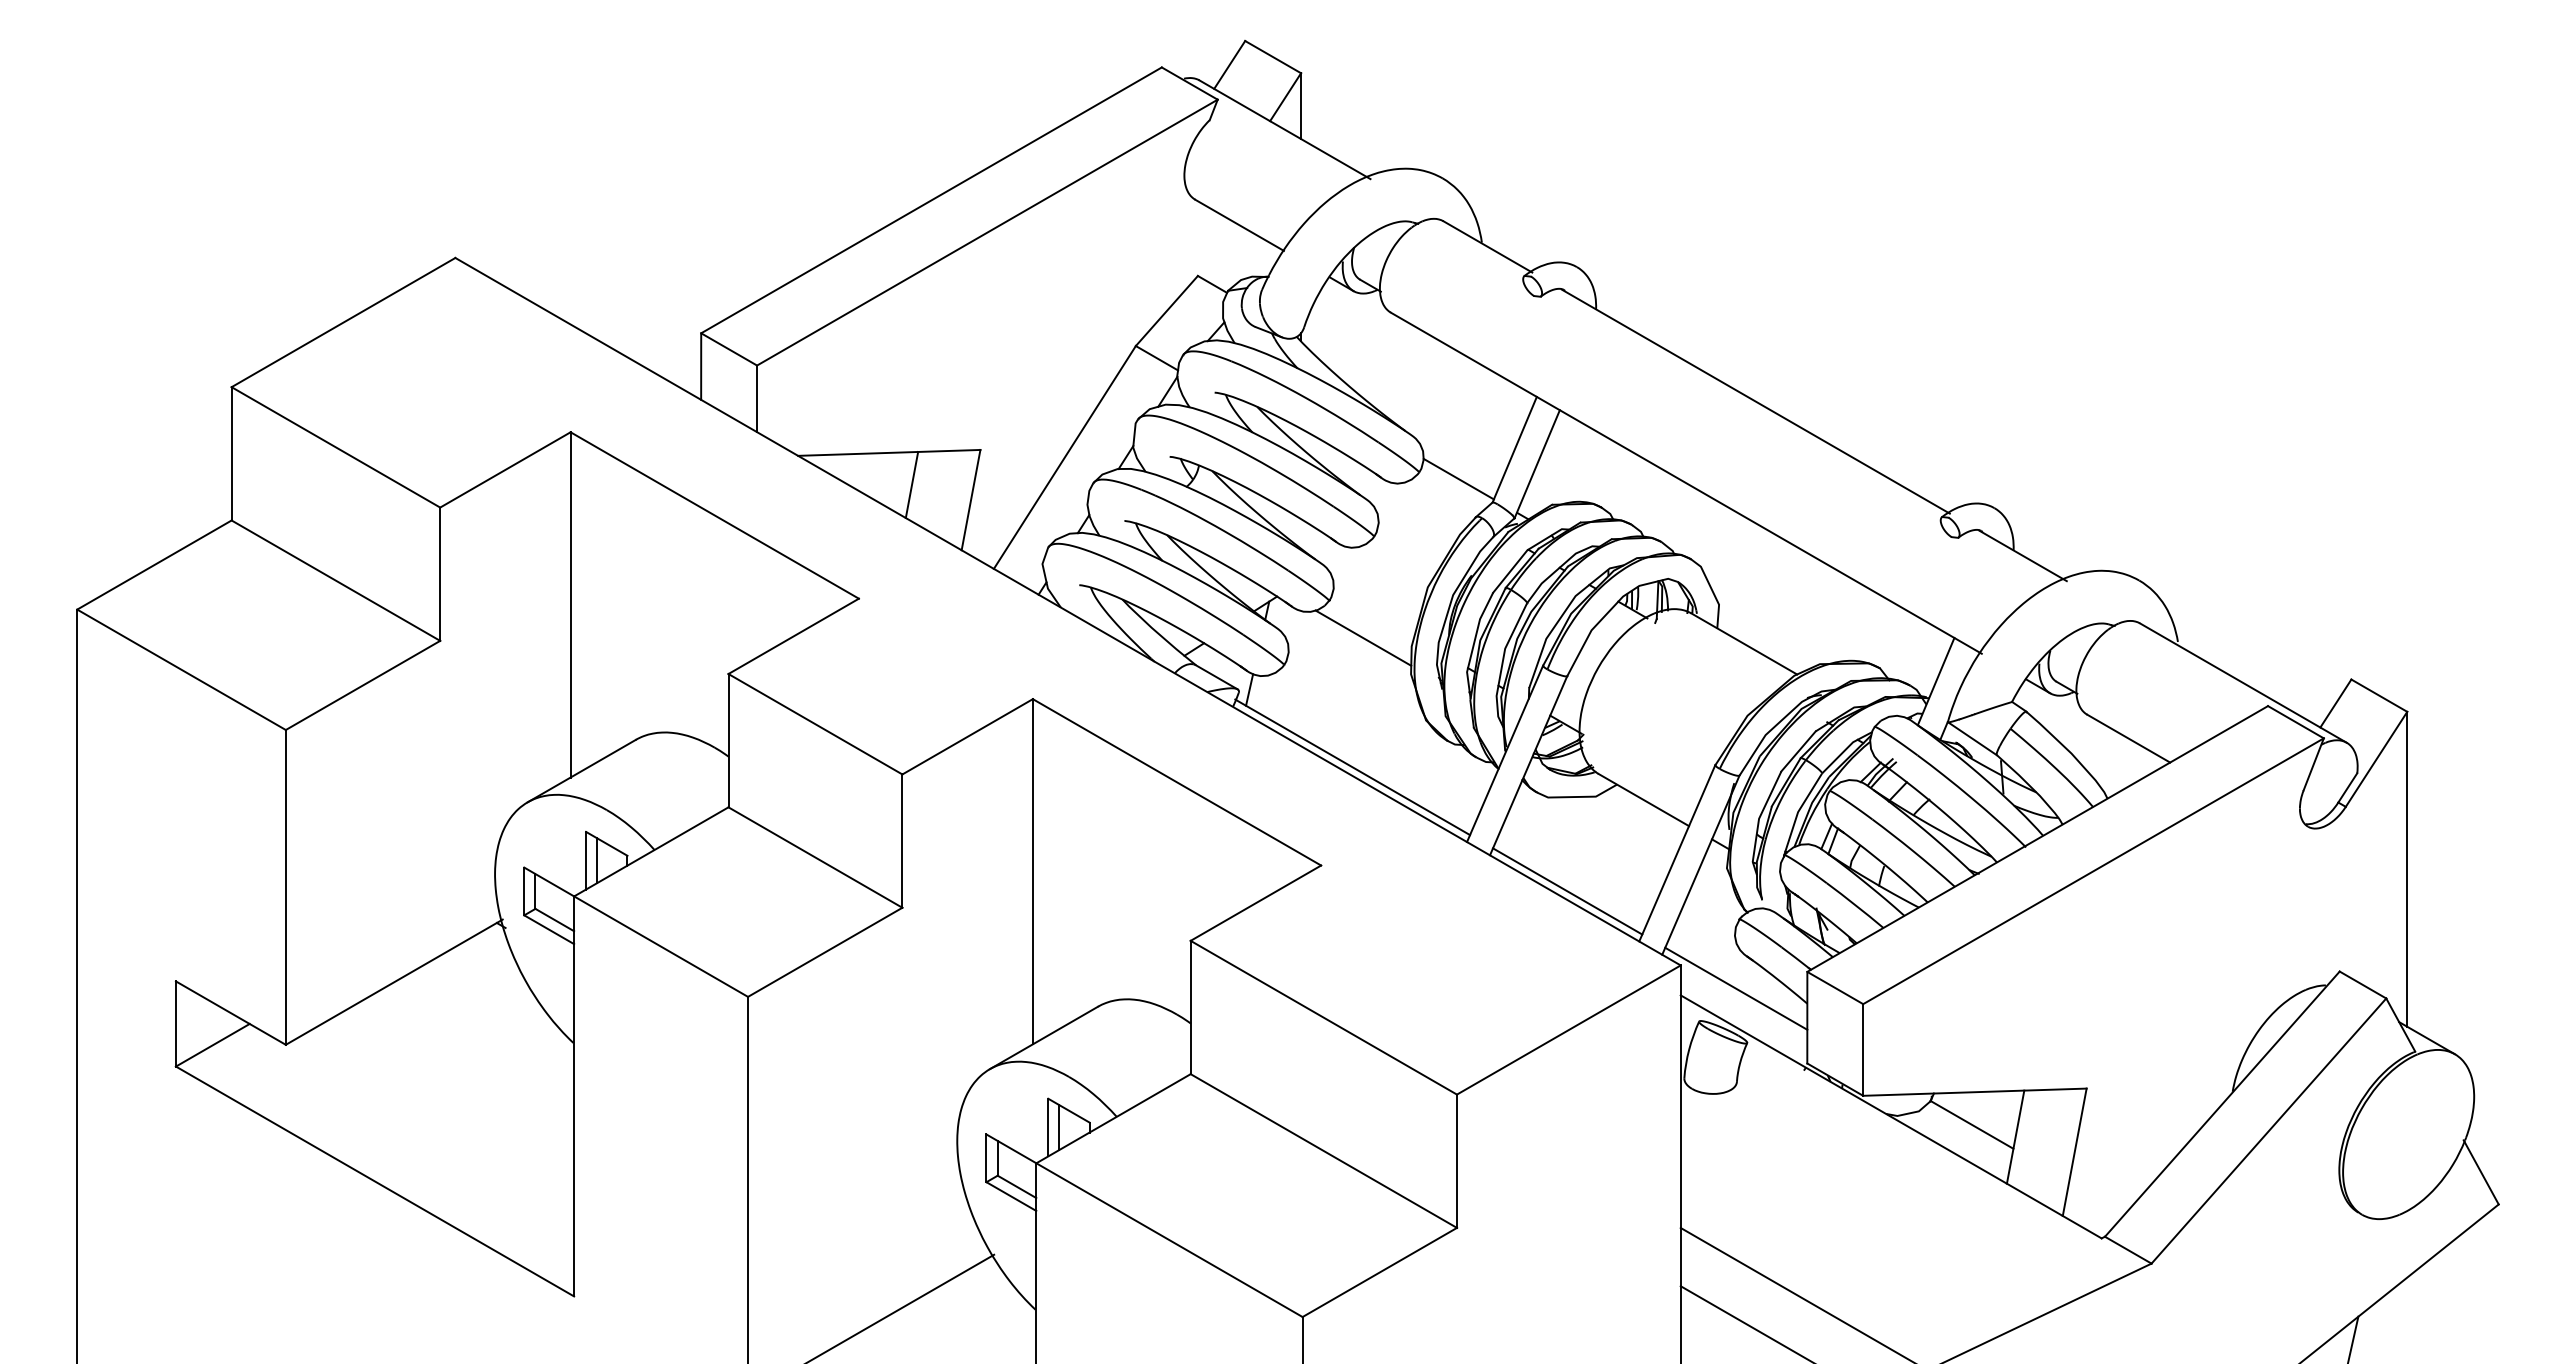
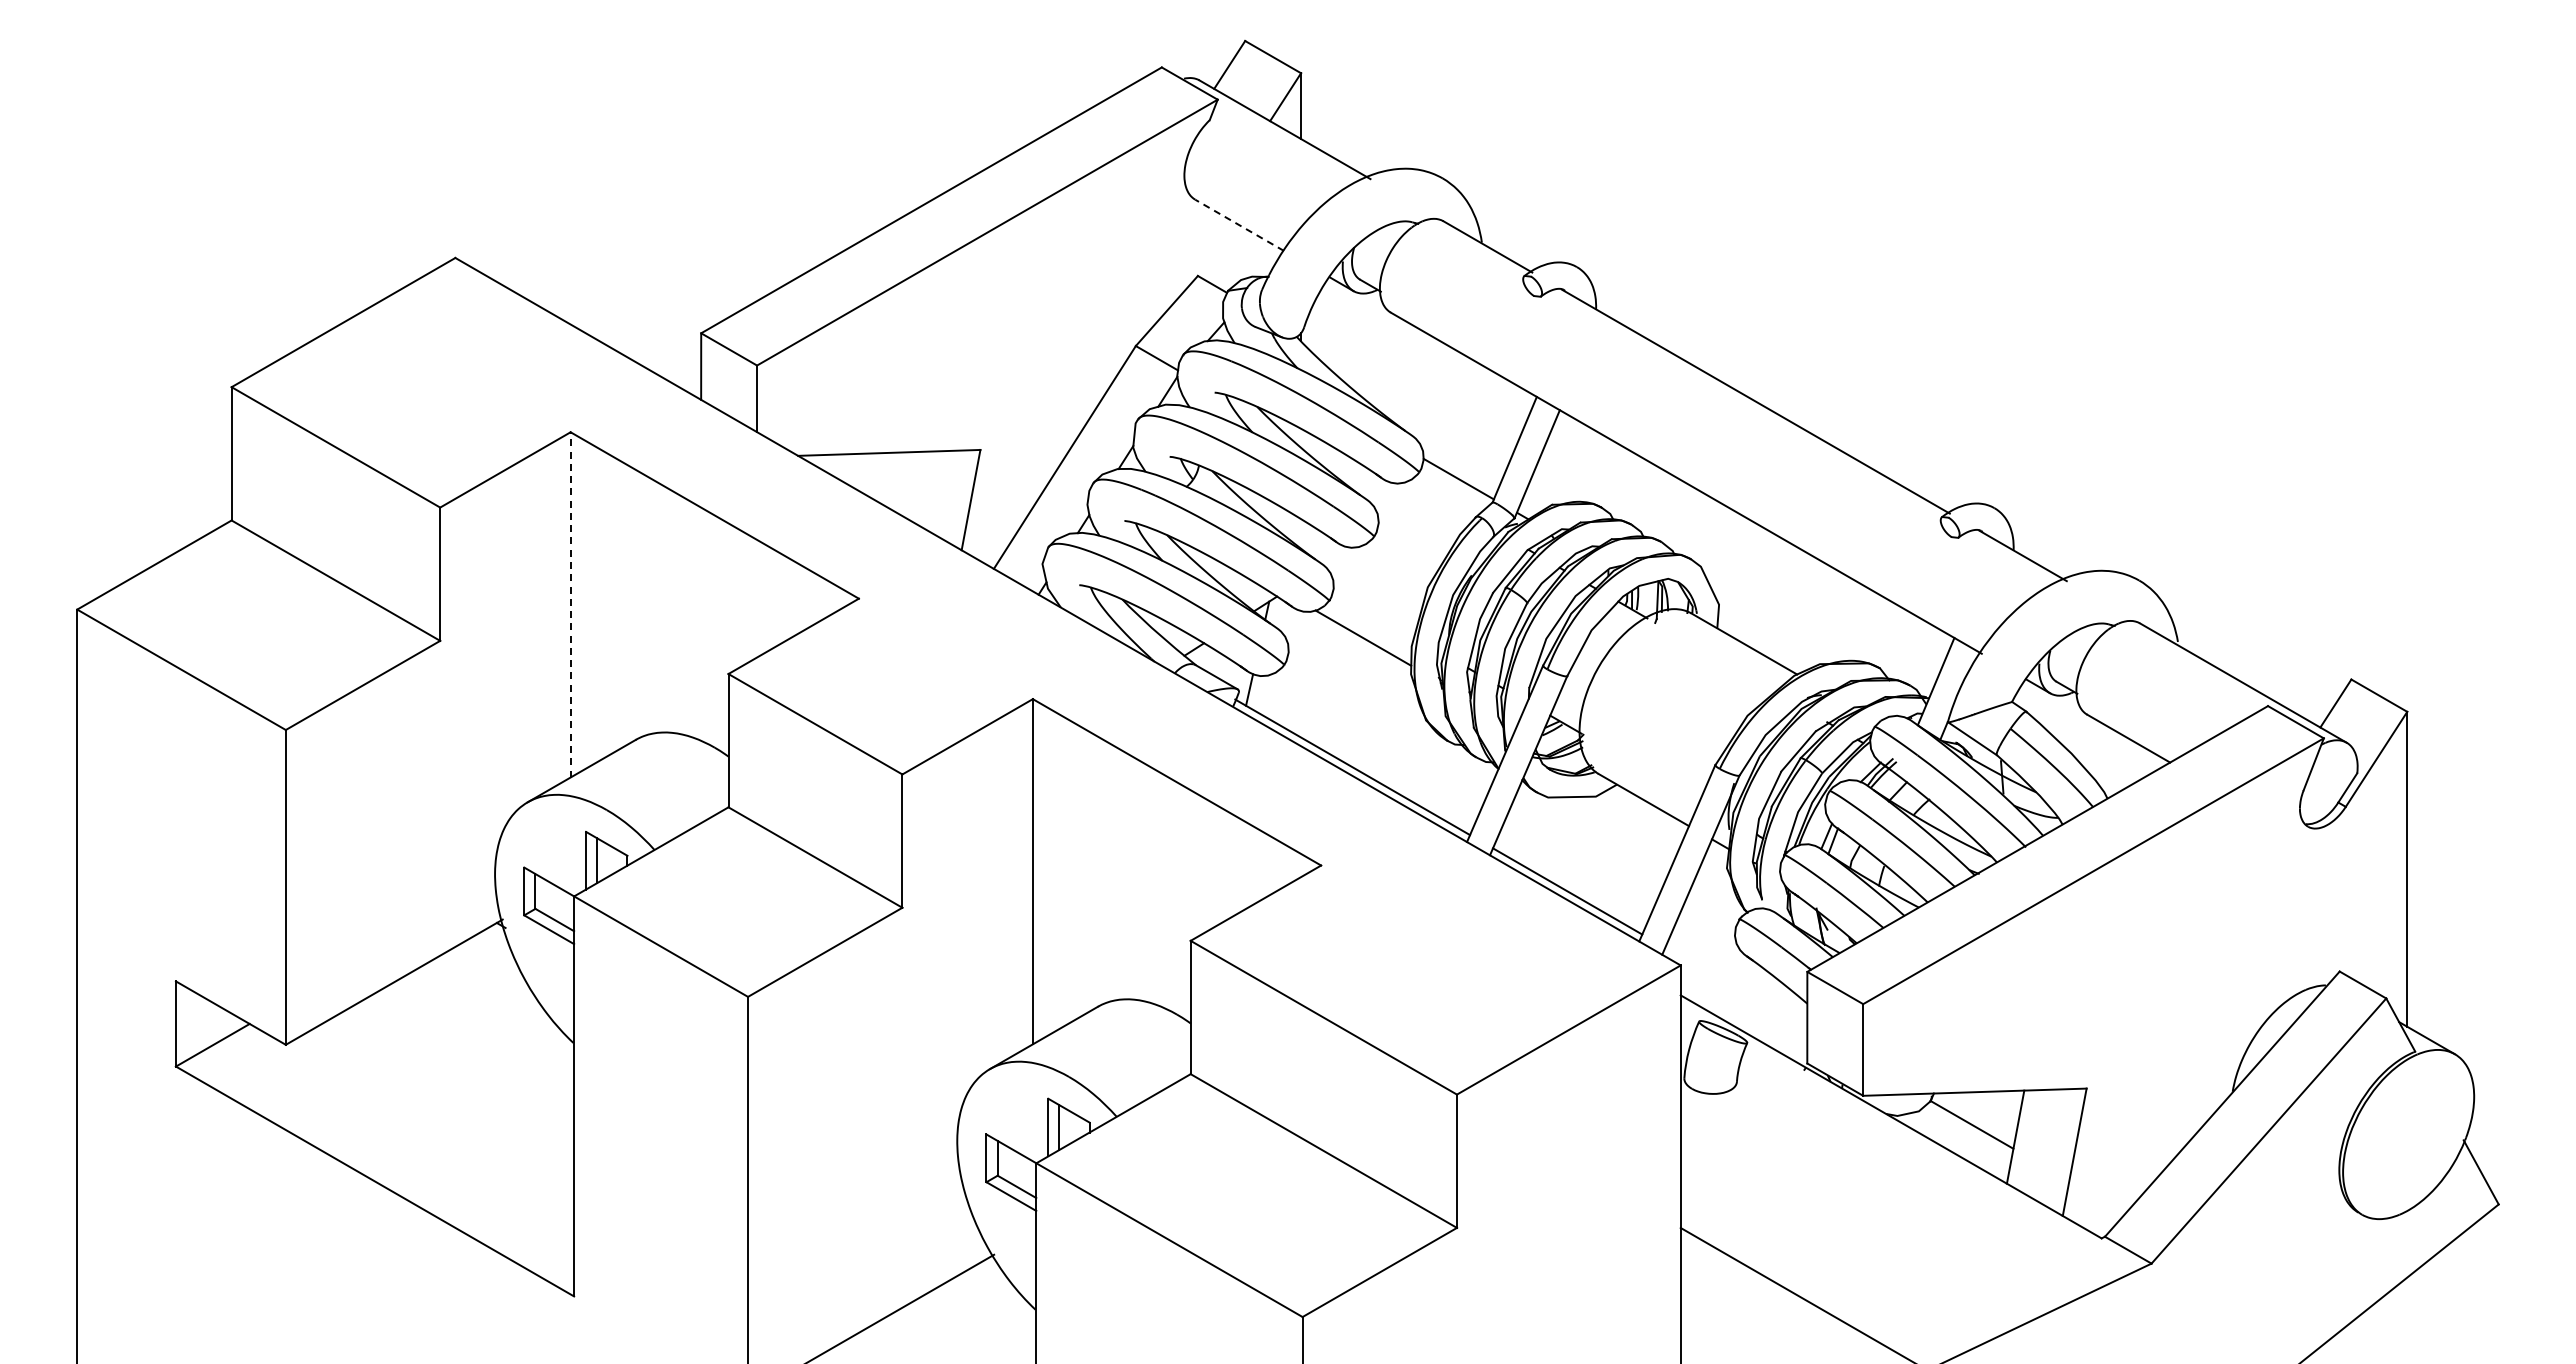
line at (1239, 225): solid -> dashed
line at (911, 484): present -> none
line at (570, 604): solid -> dashed
line at (1736, 988): present -> none
line at (1744, 1323): present -> none
line at (2353, 1338): present -> none
